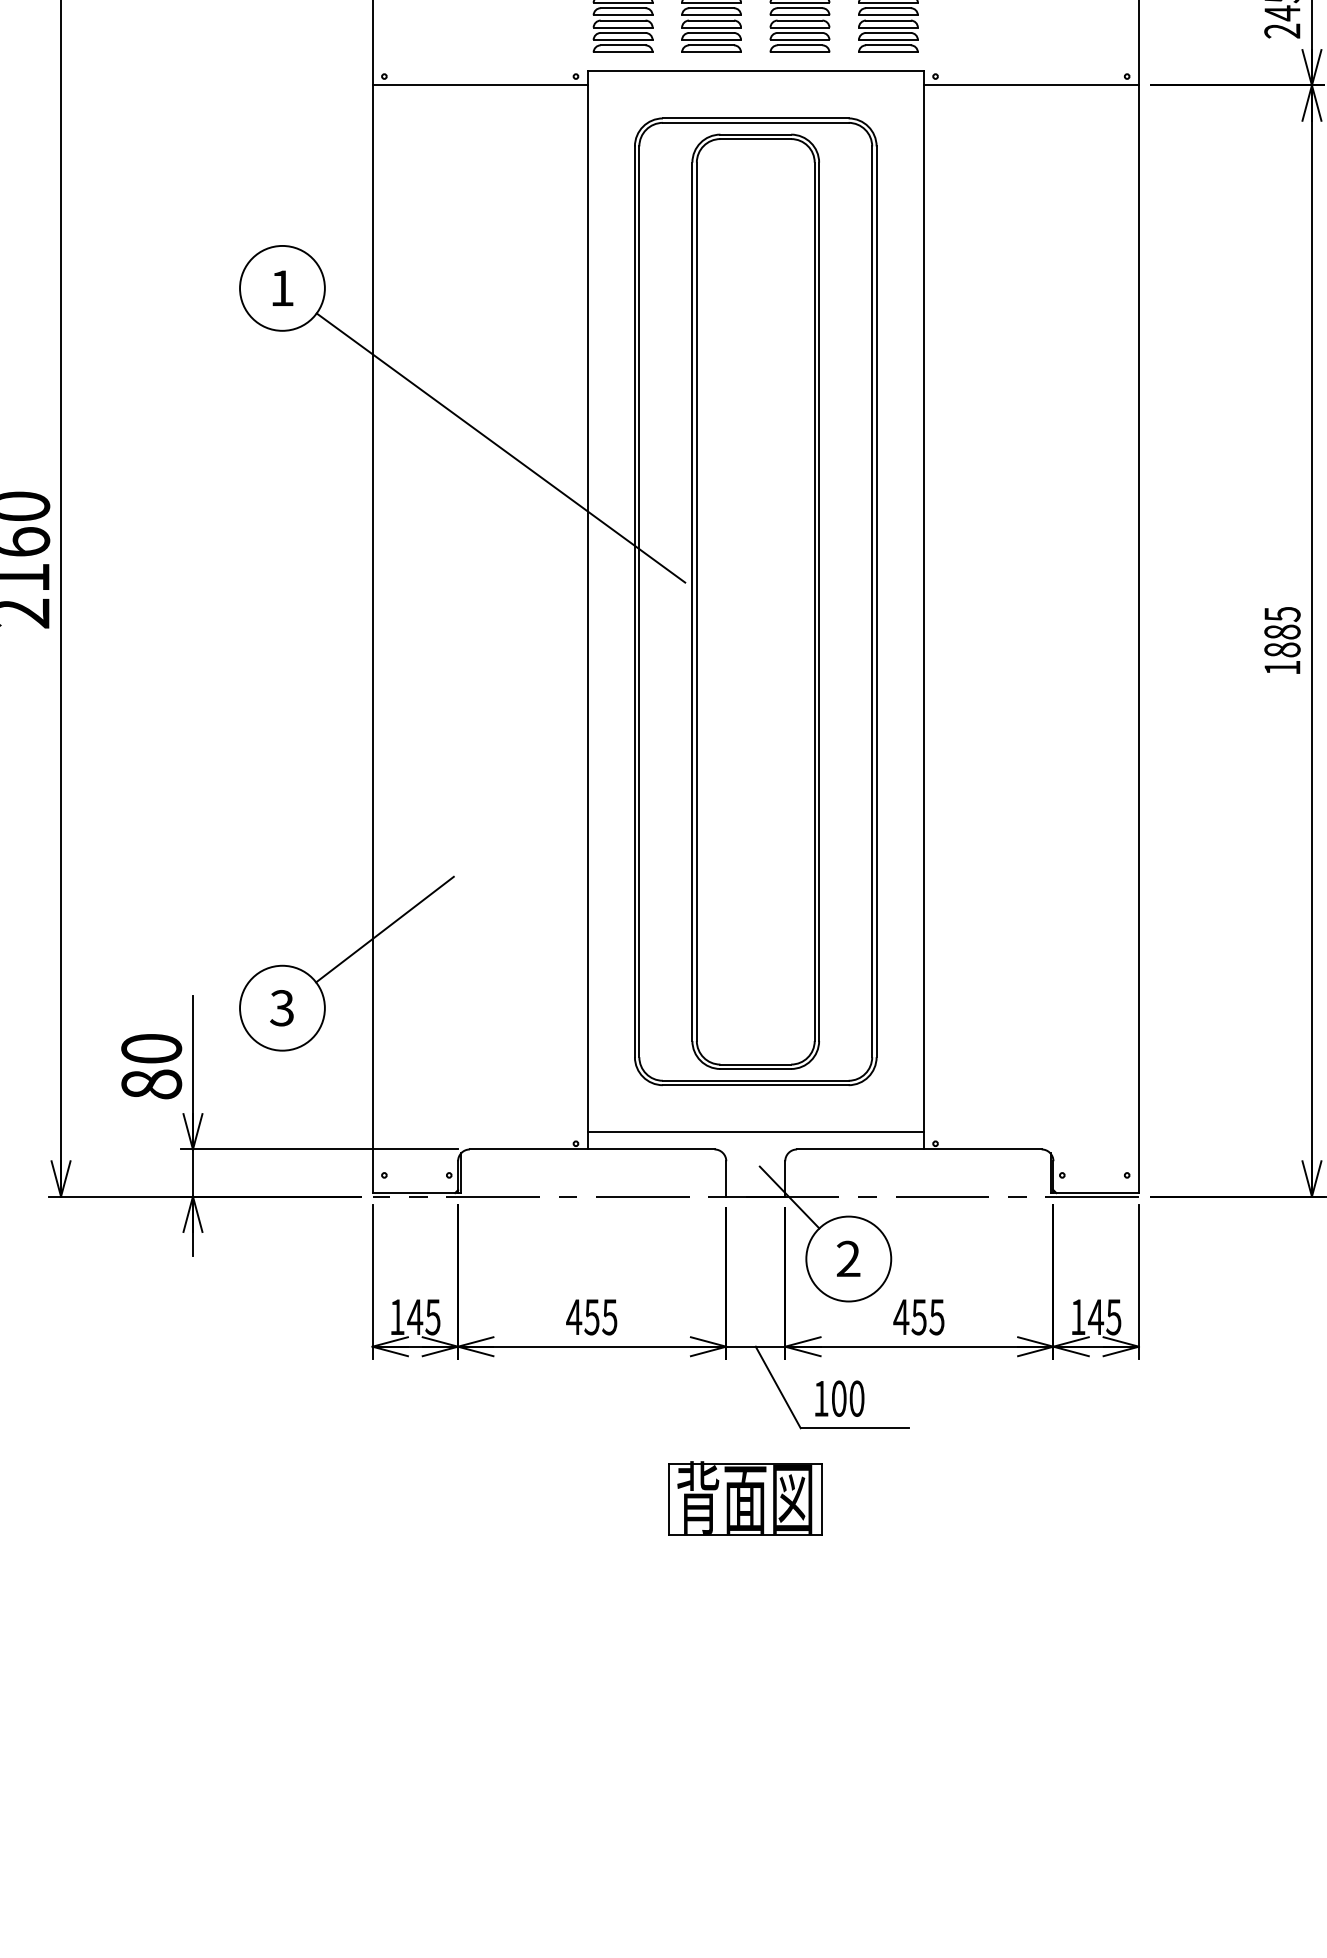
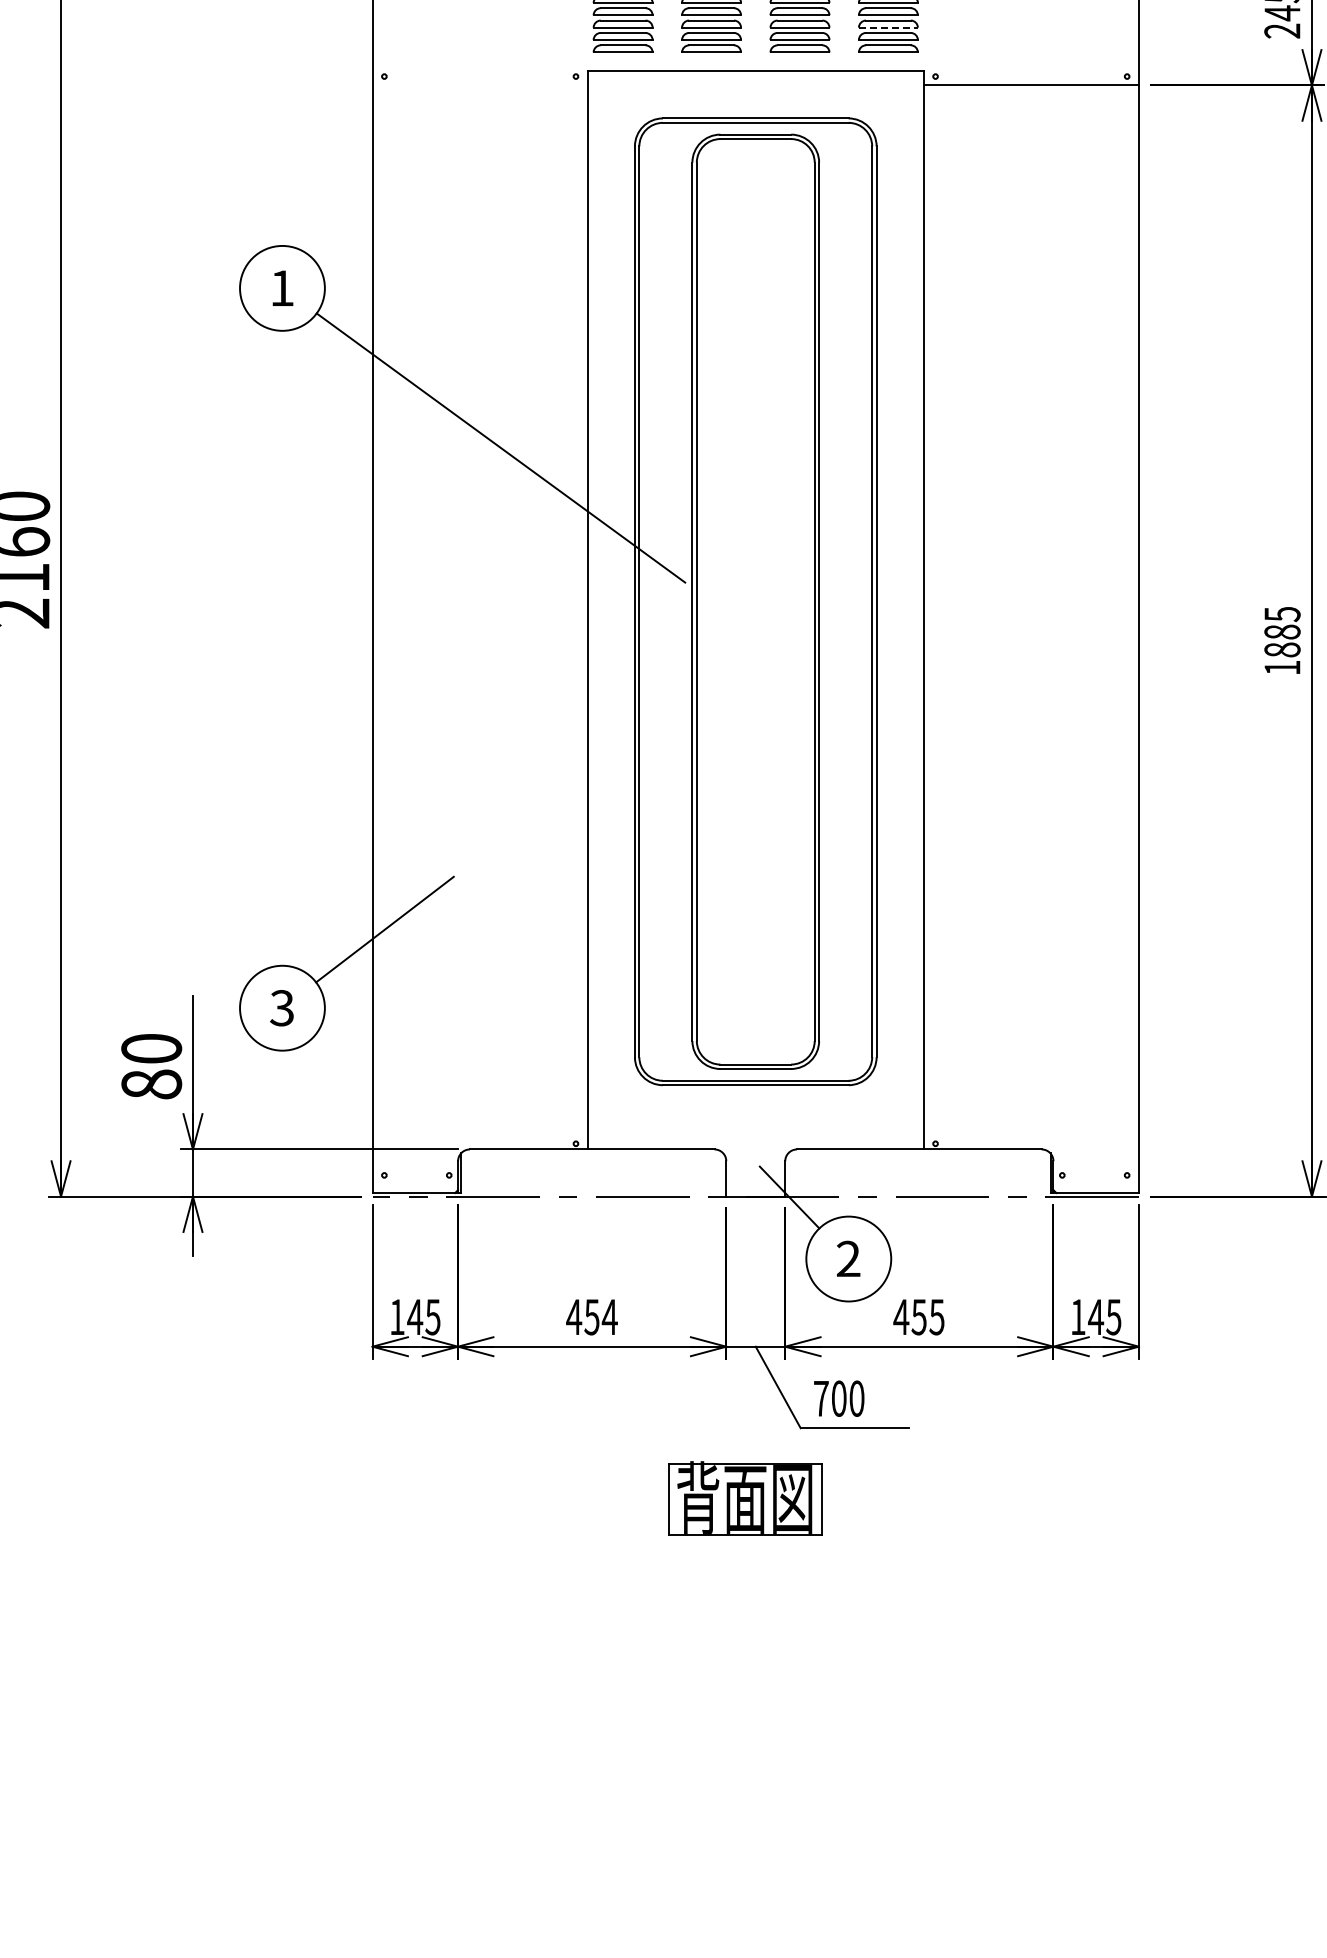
line at (888, 27): solid -> dashed
line at (479, 85): present -> none
line at (755, 1131): present -> none
text at (609, 1317): 455 -> 454
text at (821, 1398): 100 -> 700
